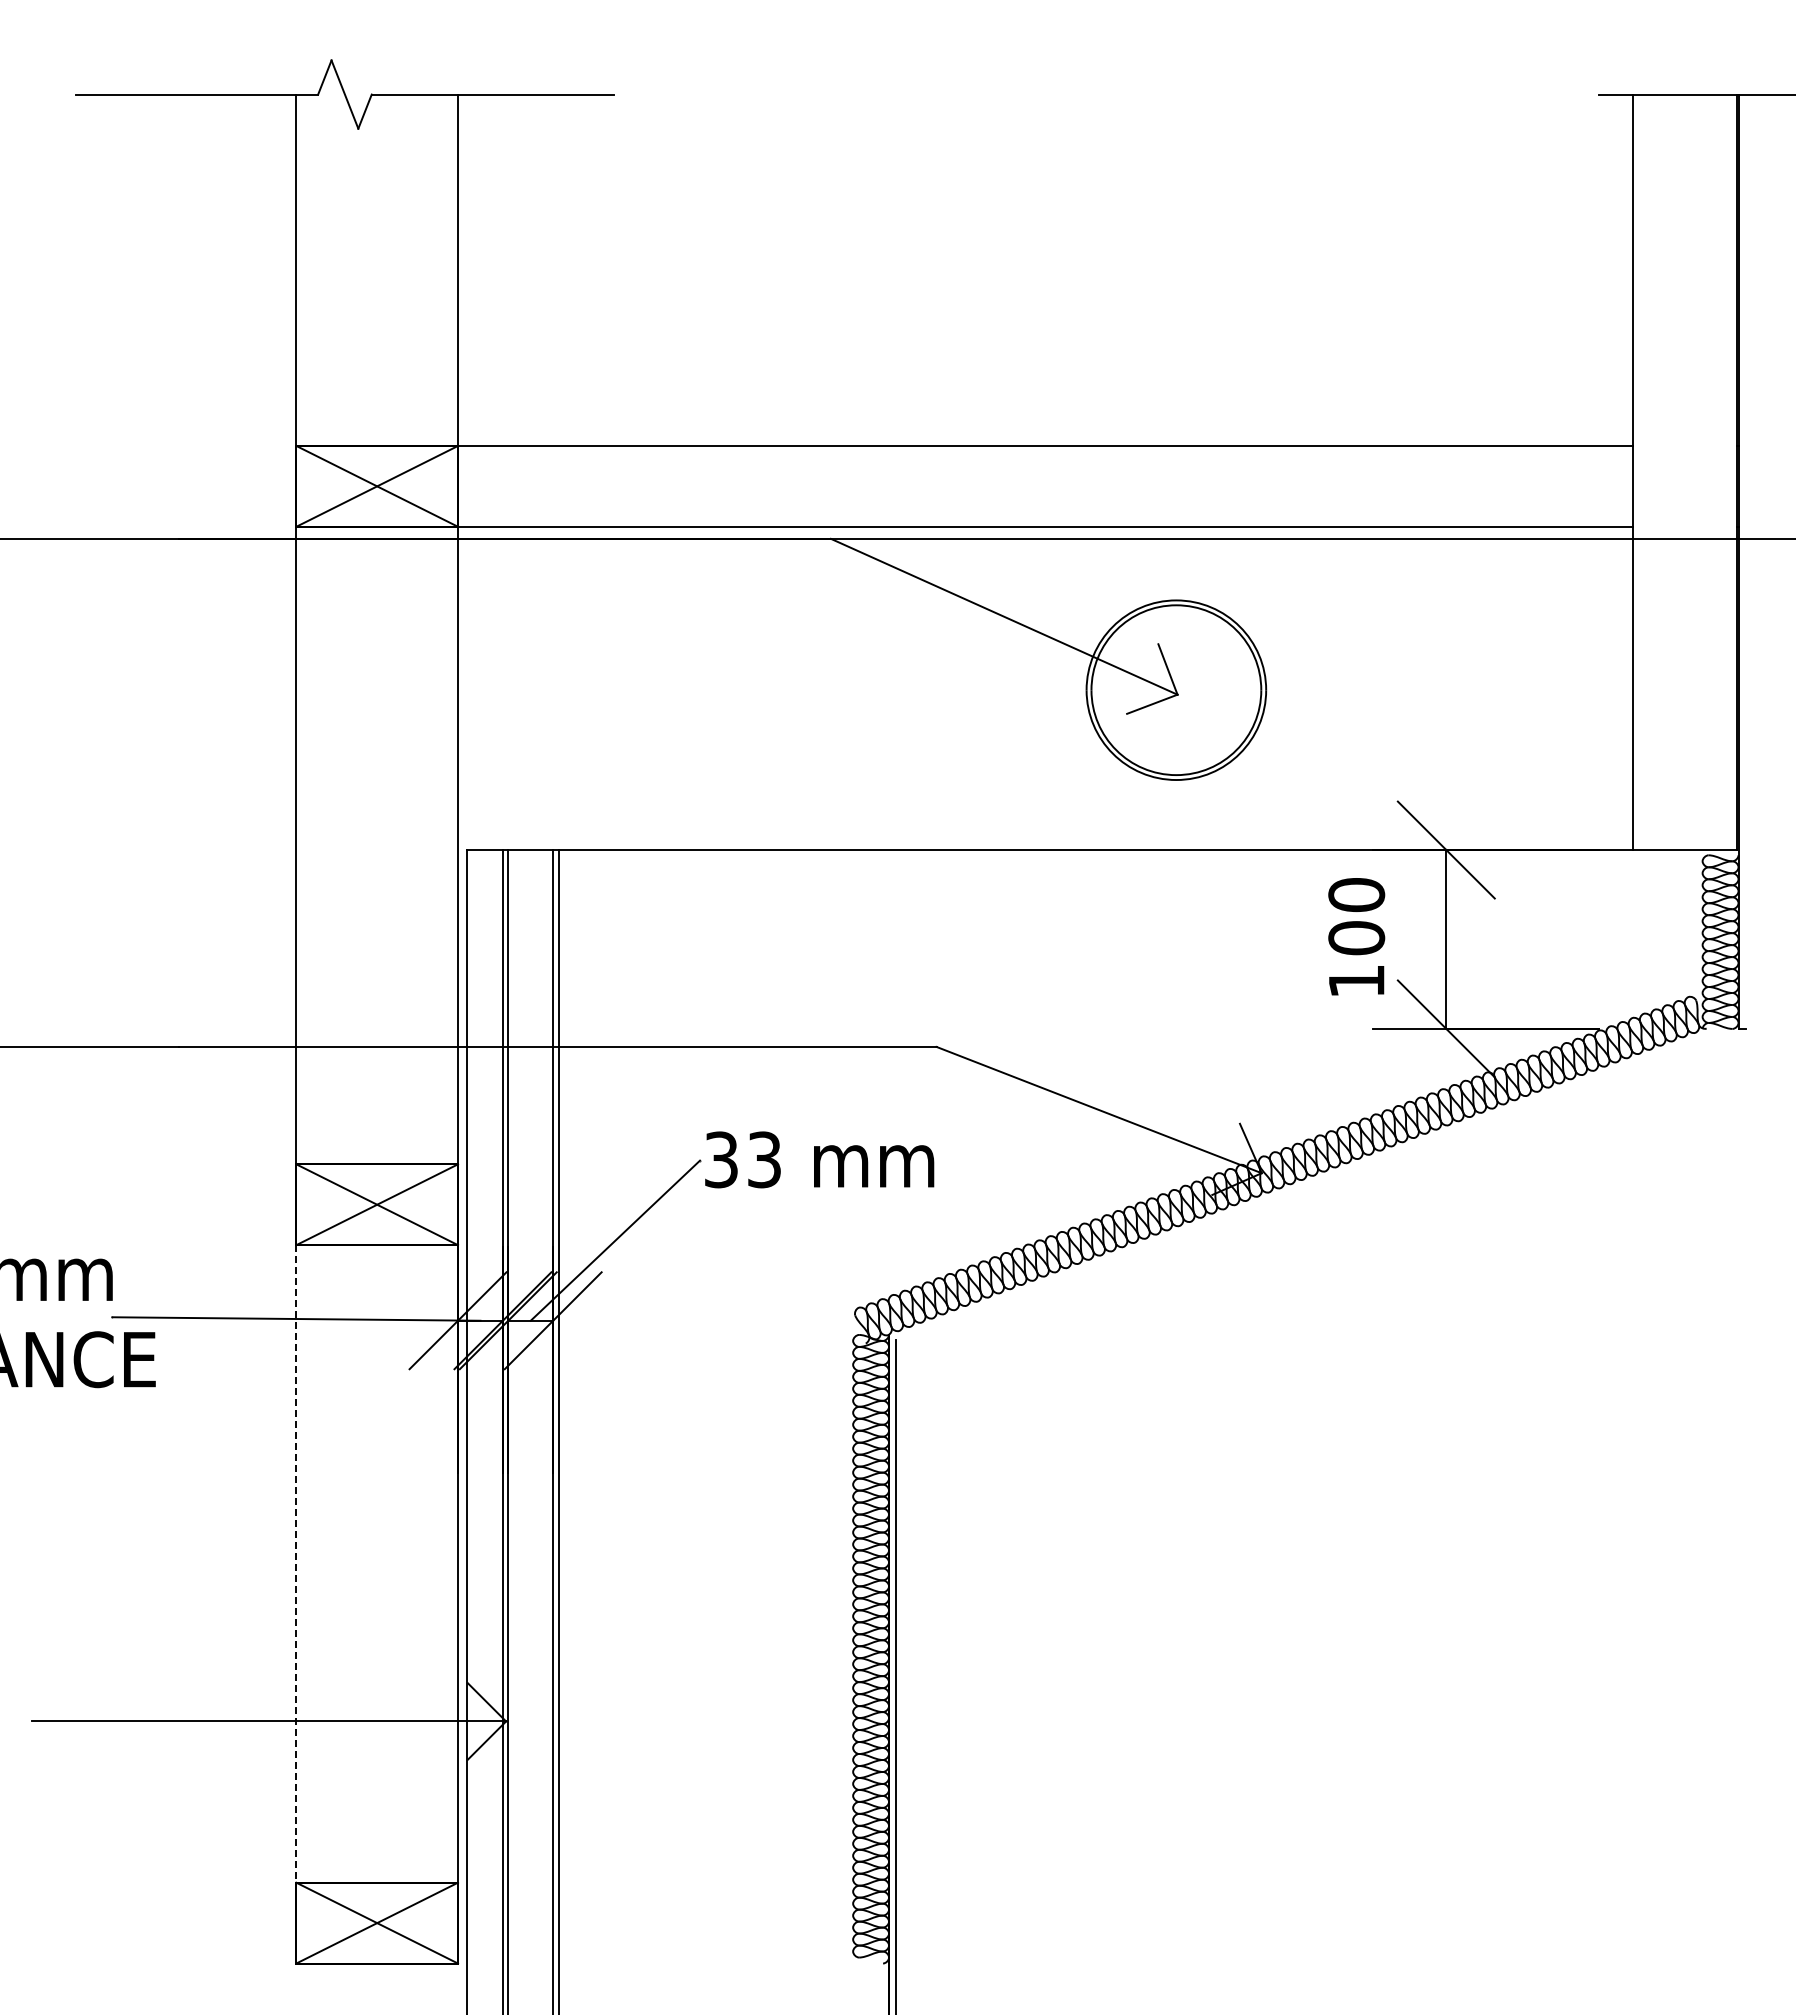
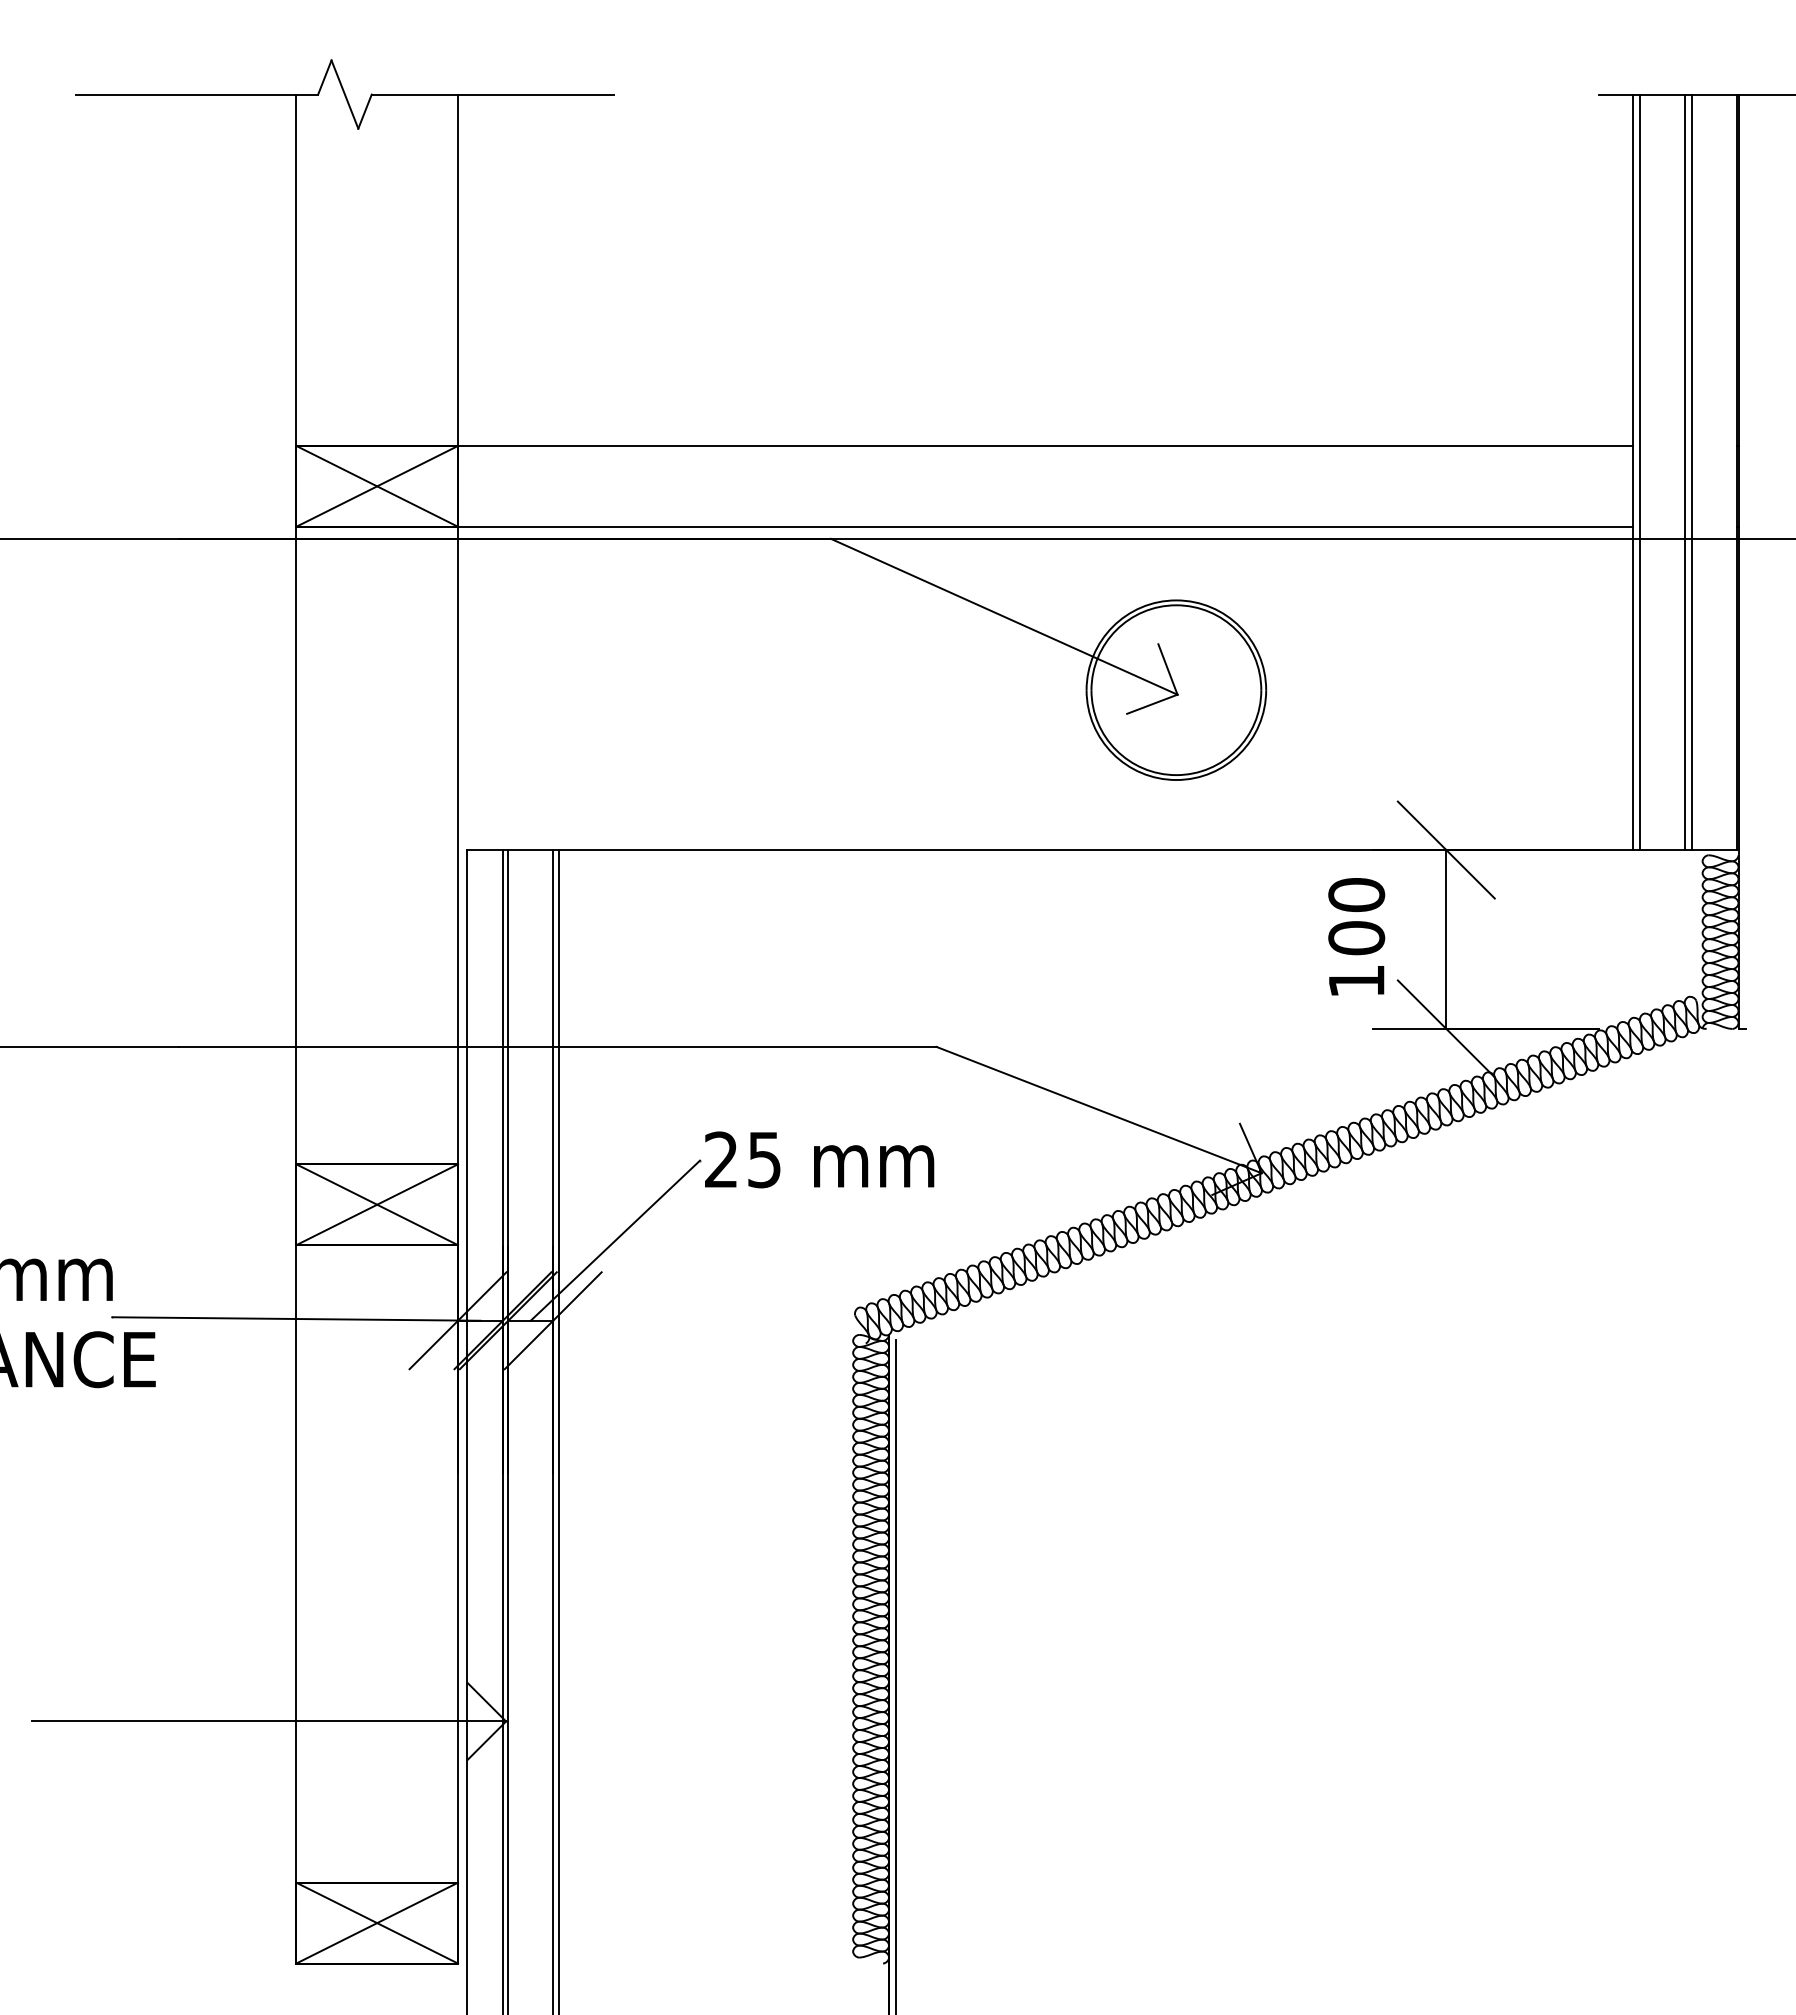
line at (1639, 472): none -> present
line at (1684, 472): none -> present
line at (1691, 472): none -> present
text at (742, 1159): 33 -> 25
line at (296, 1563): dashed -> solid
